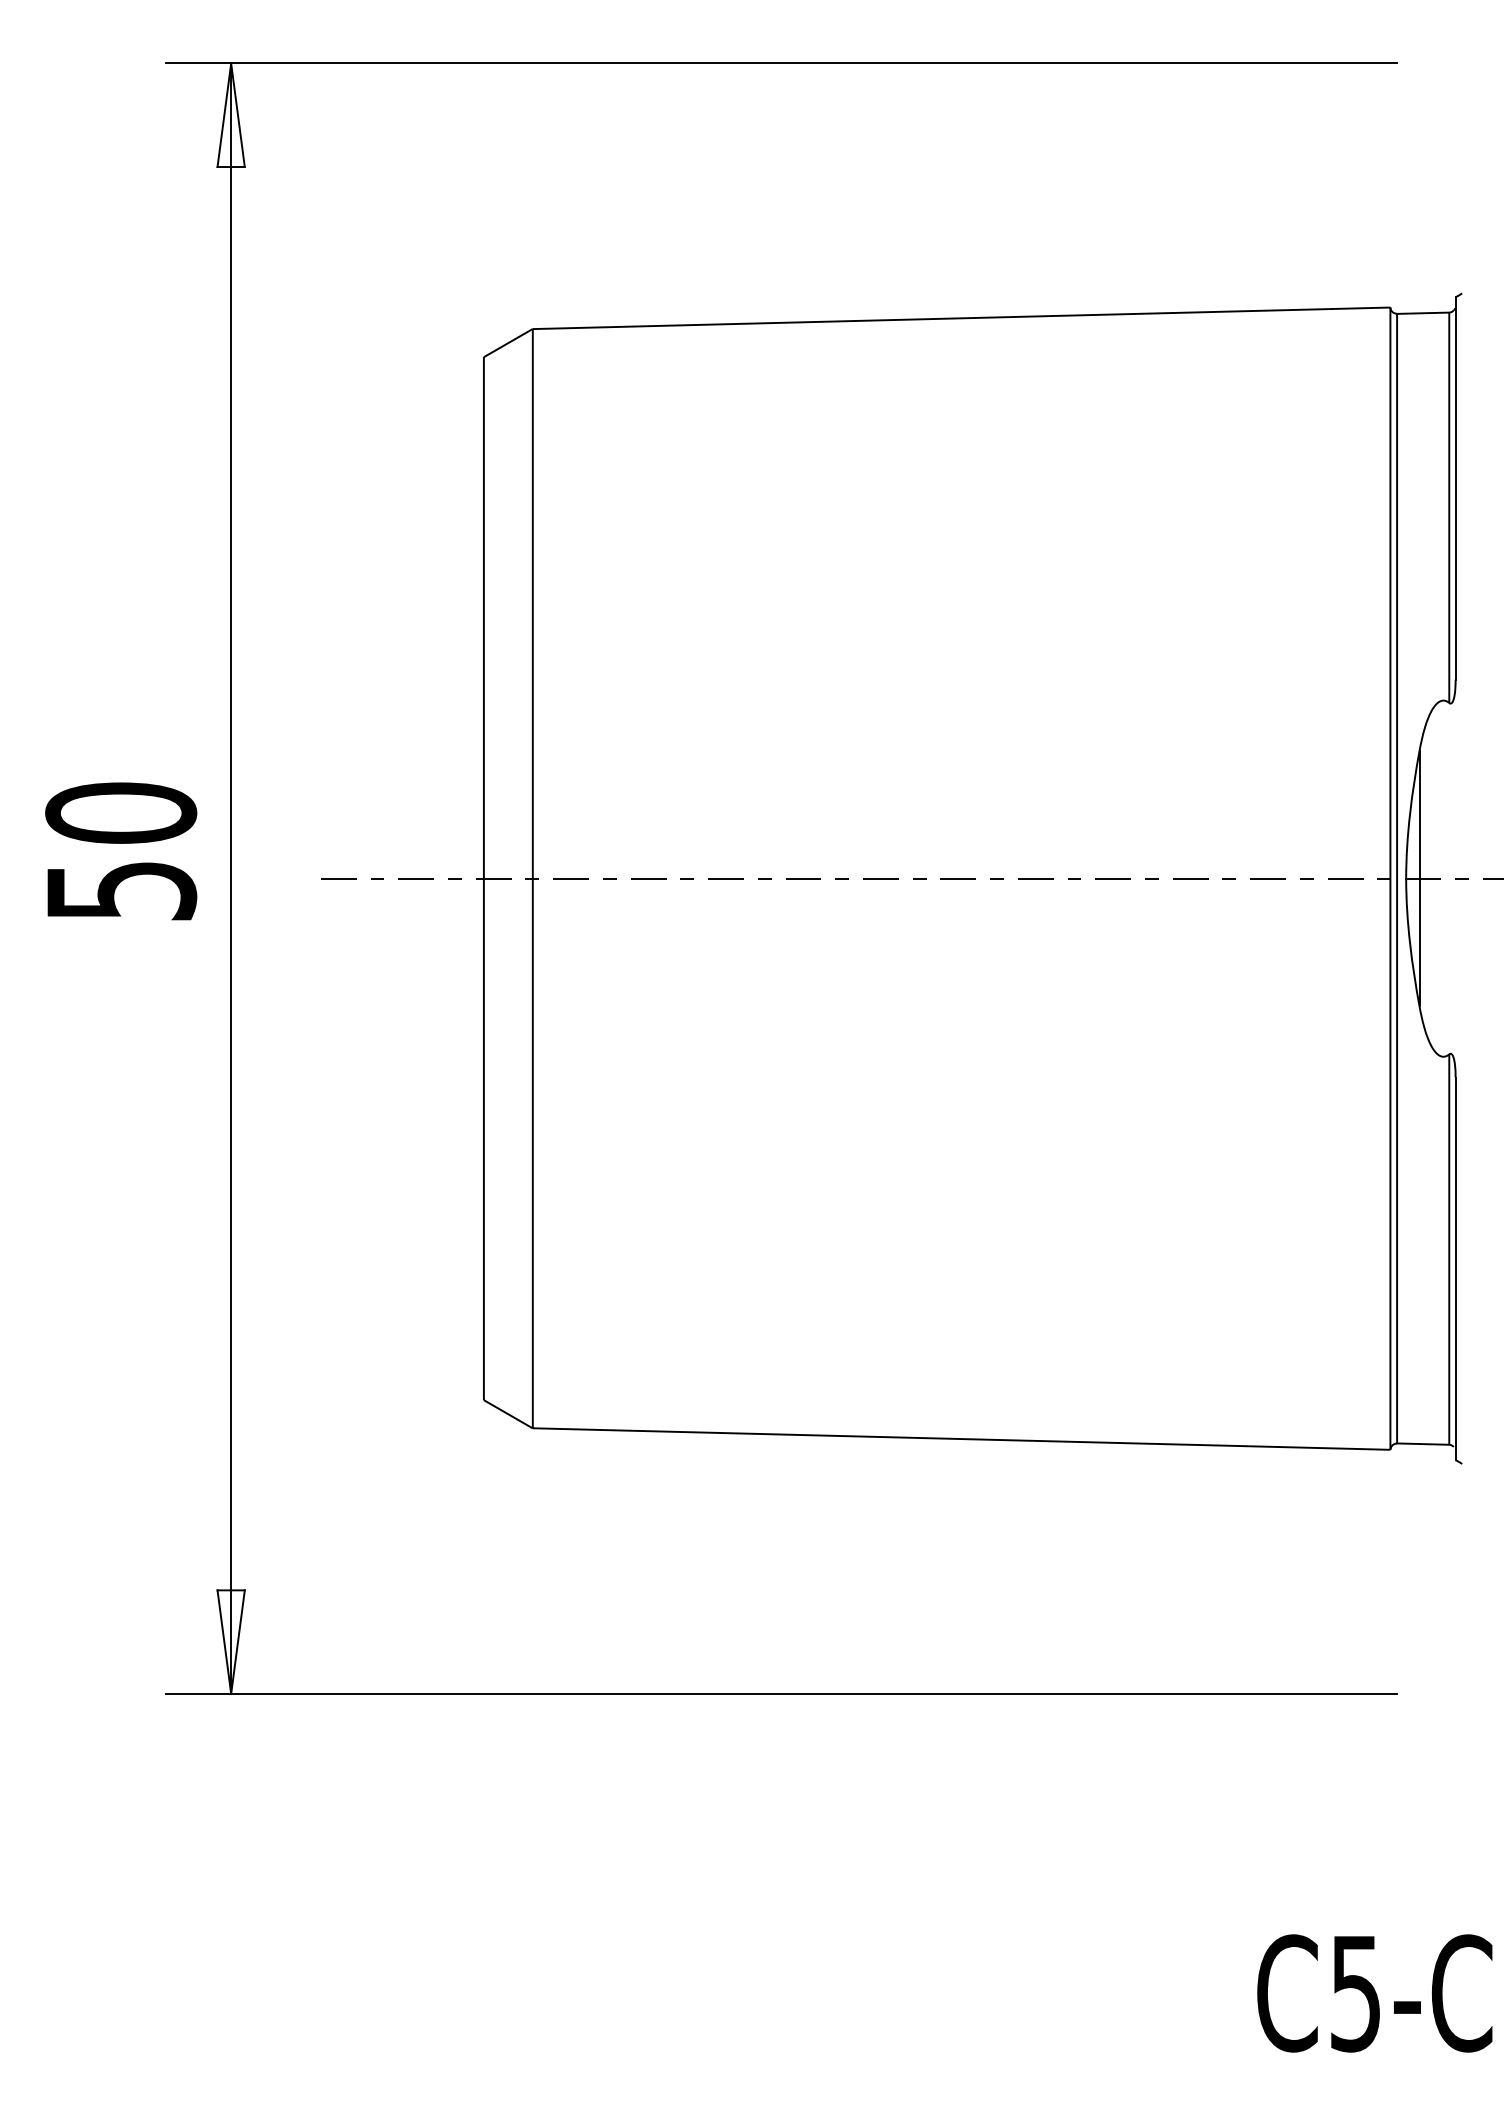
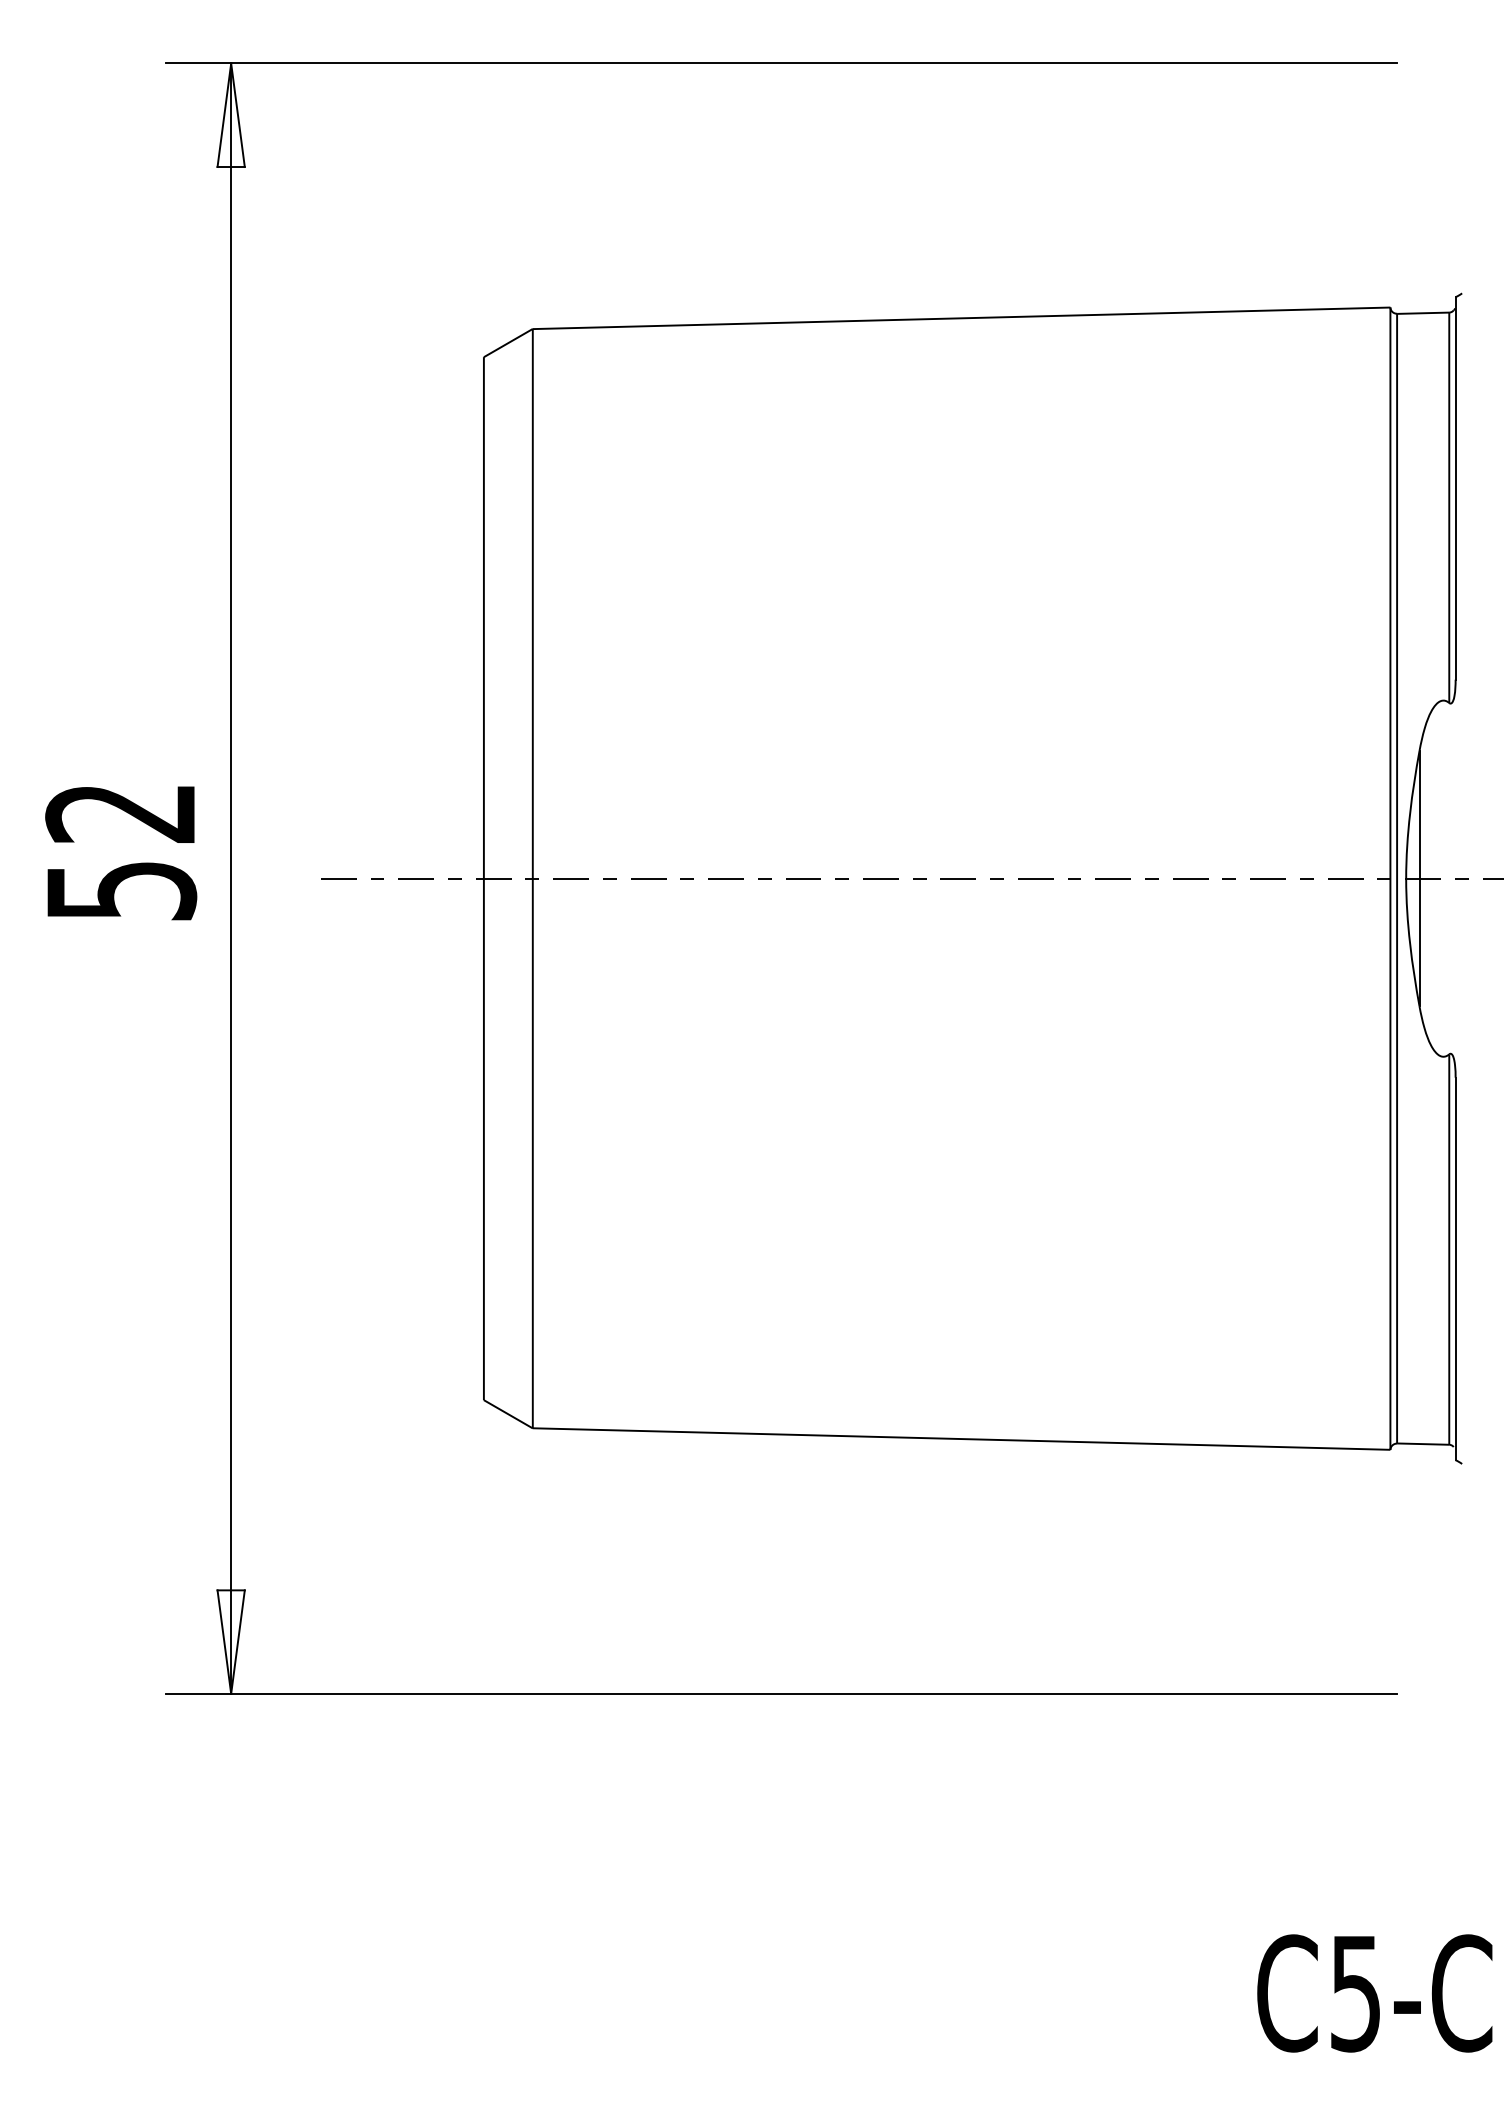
text at (121, 812): 50 -> 52
